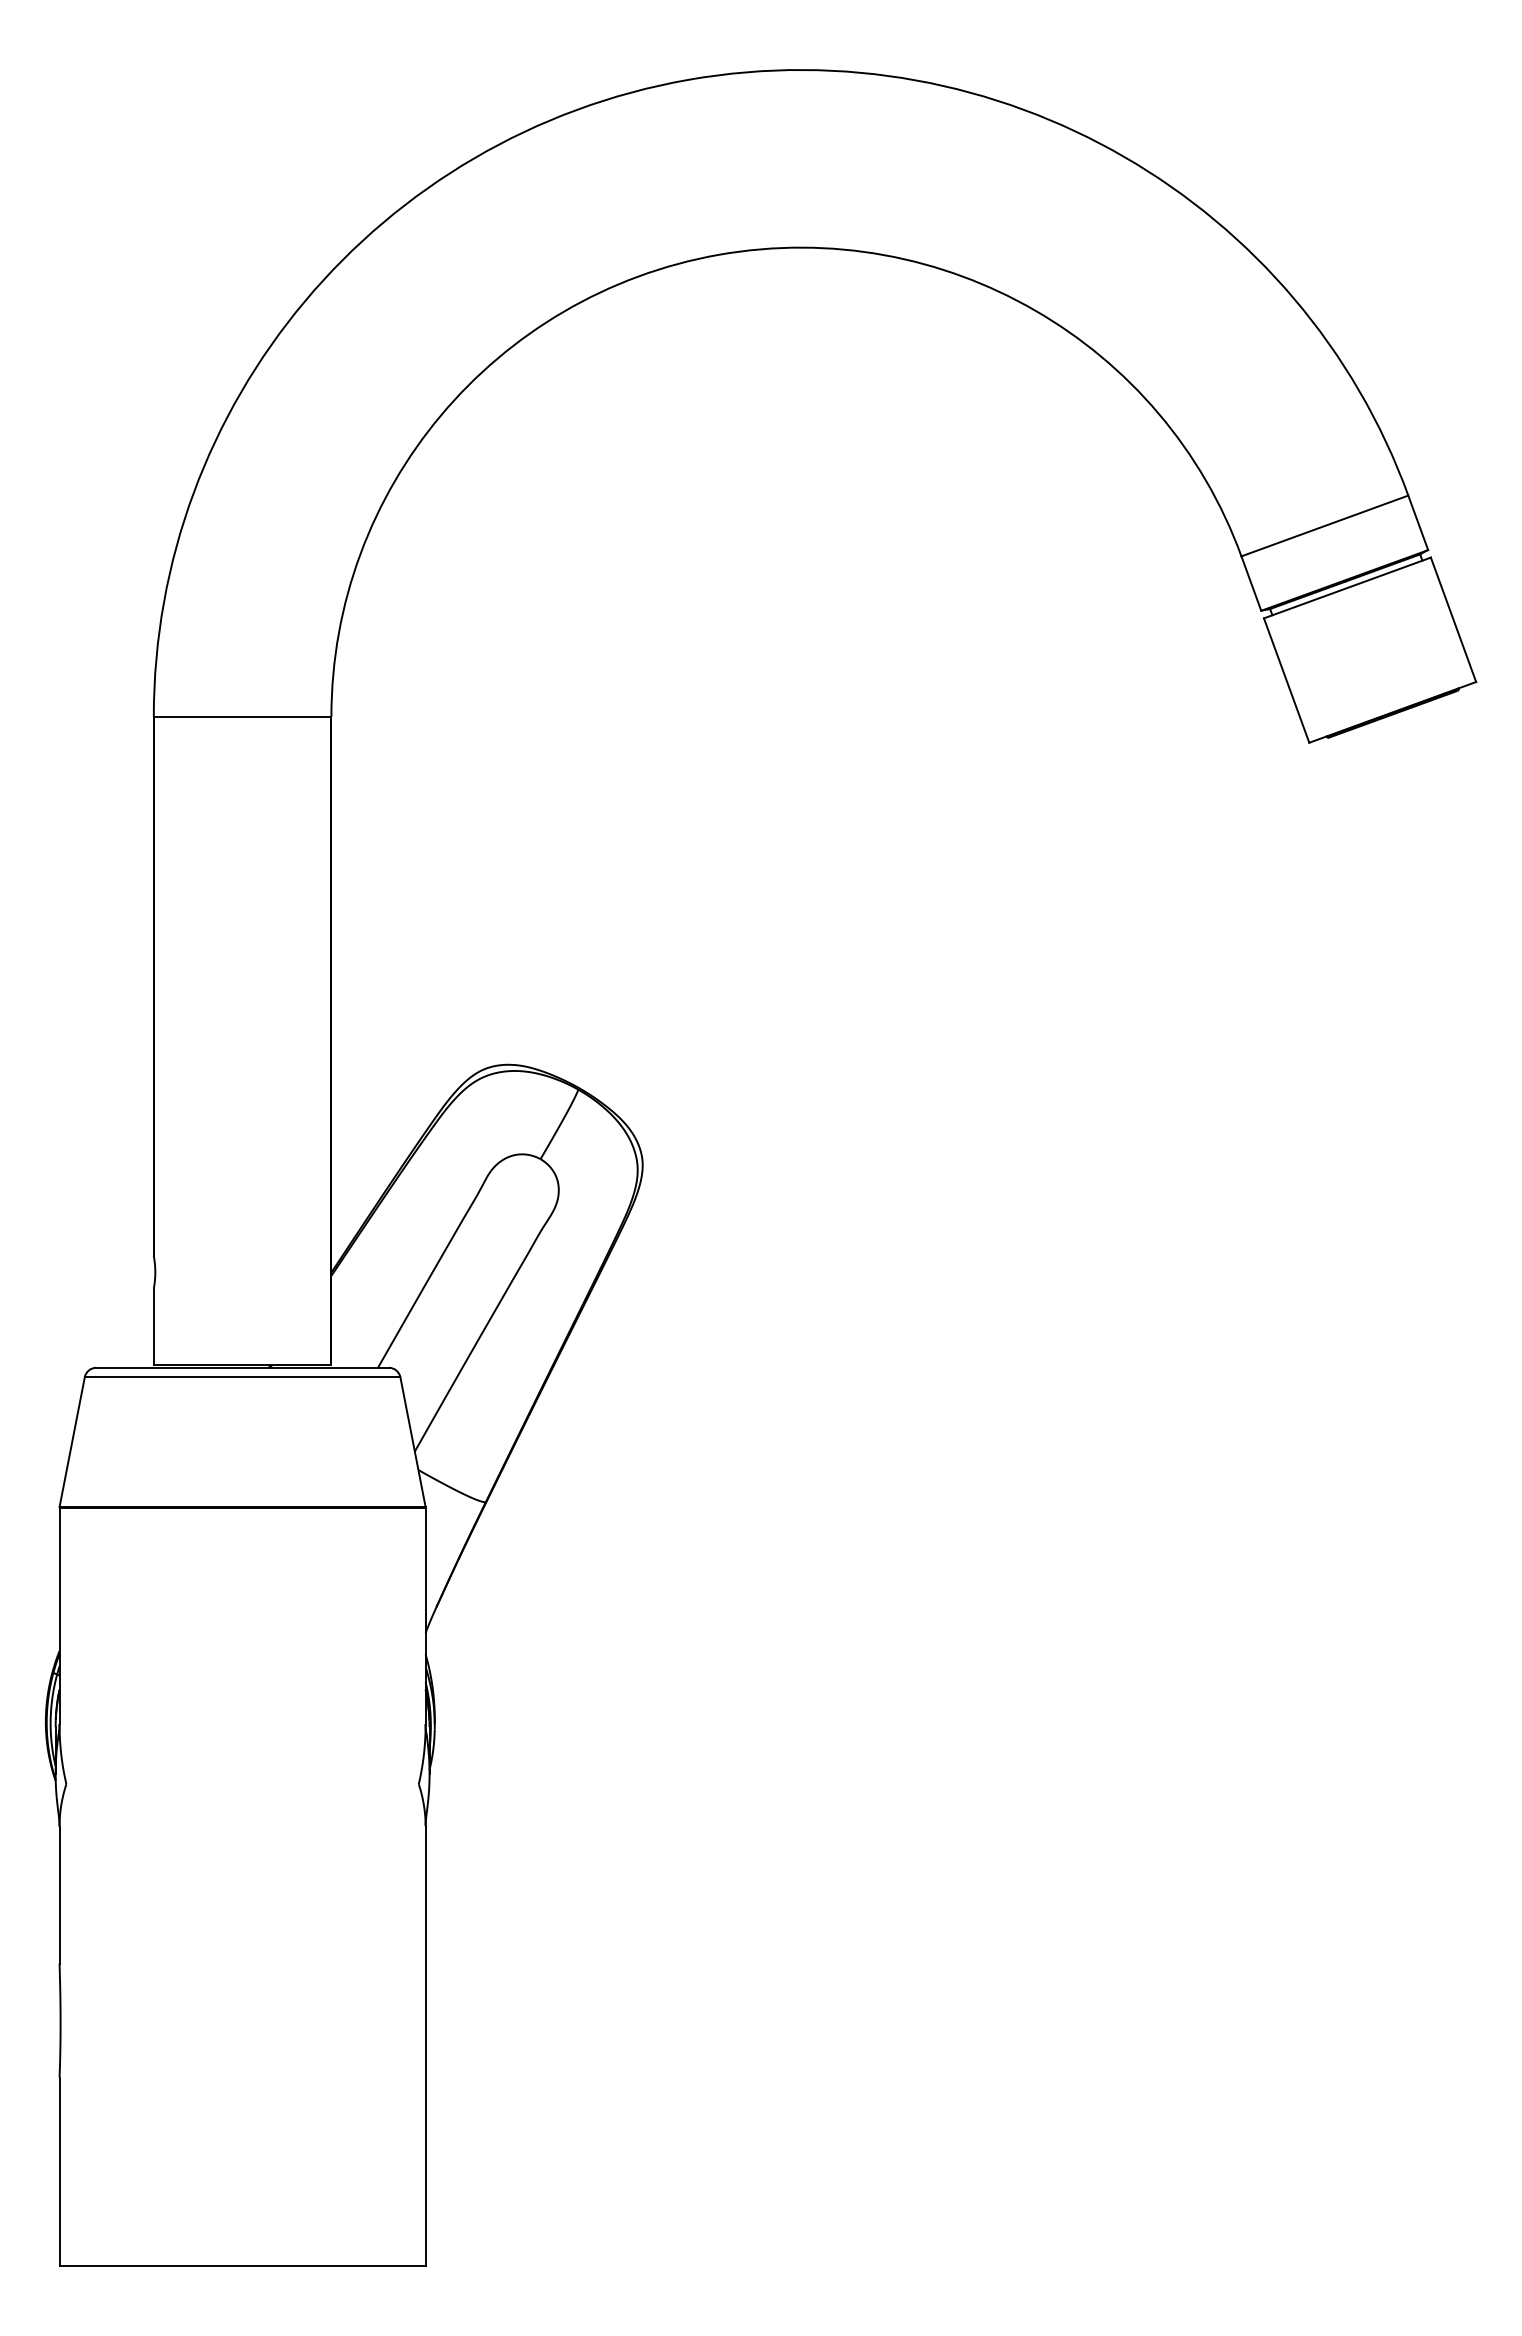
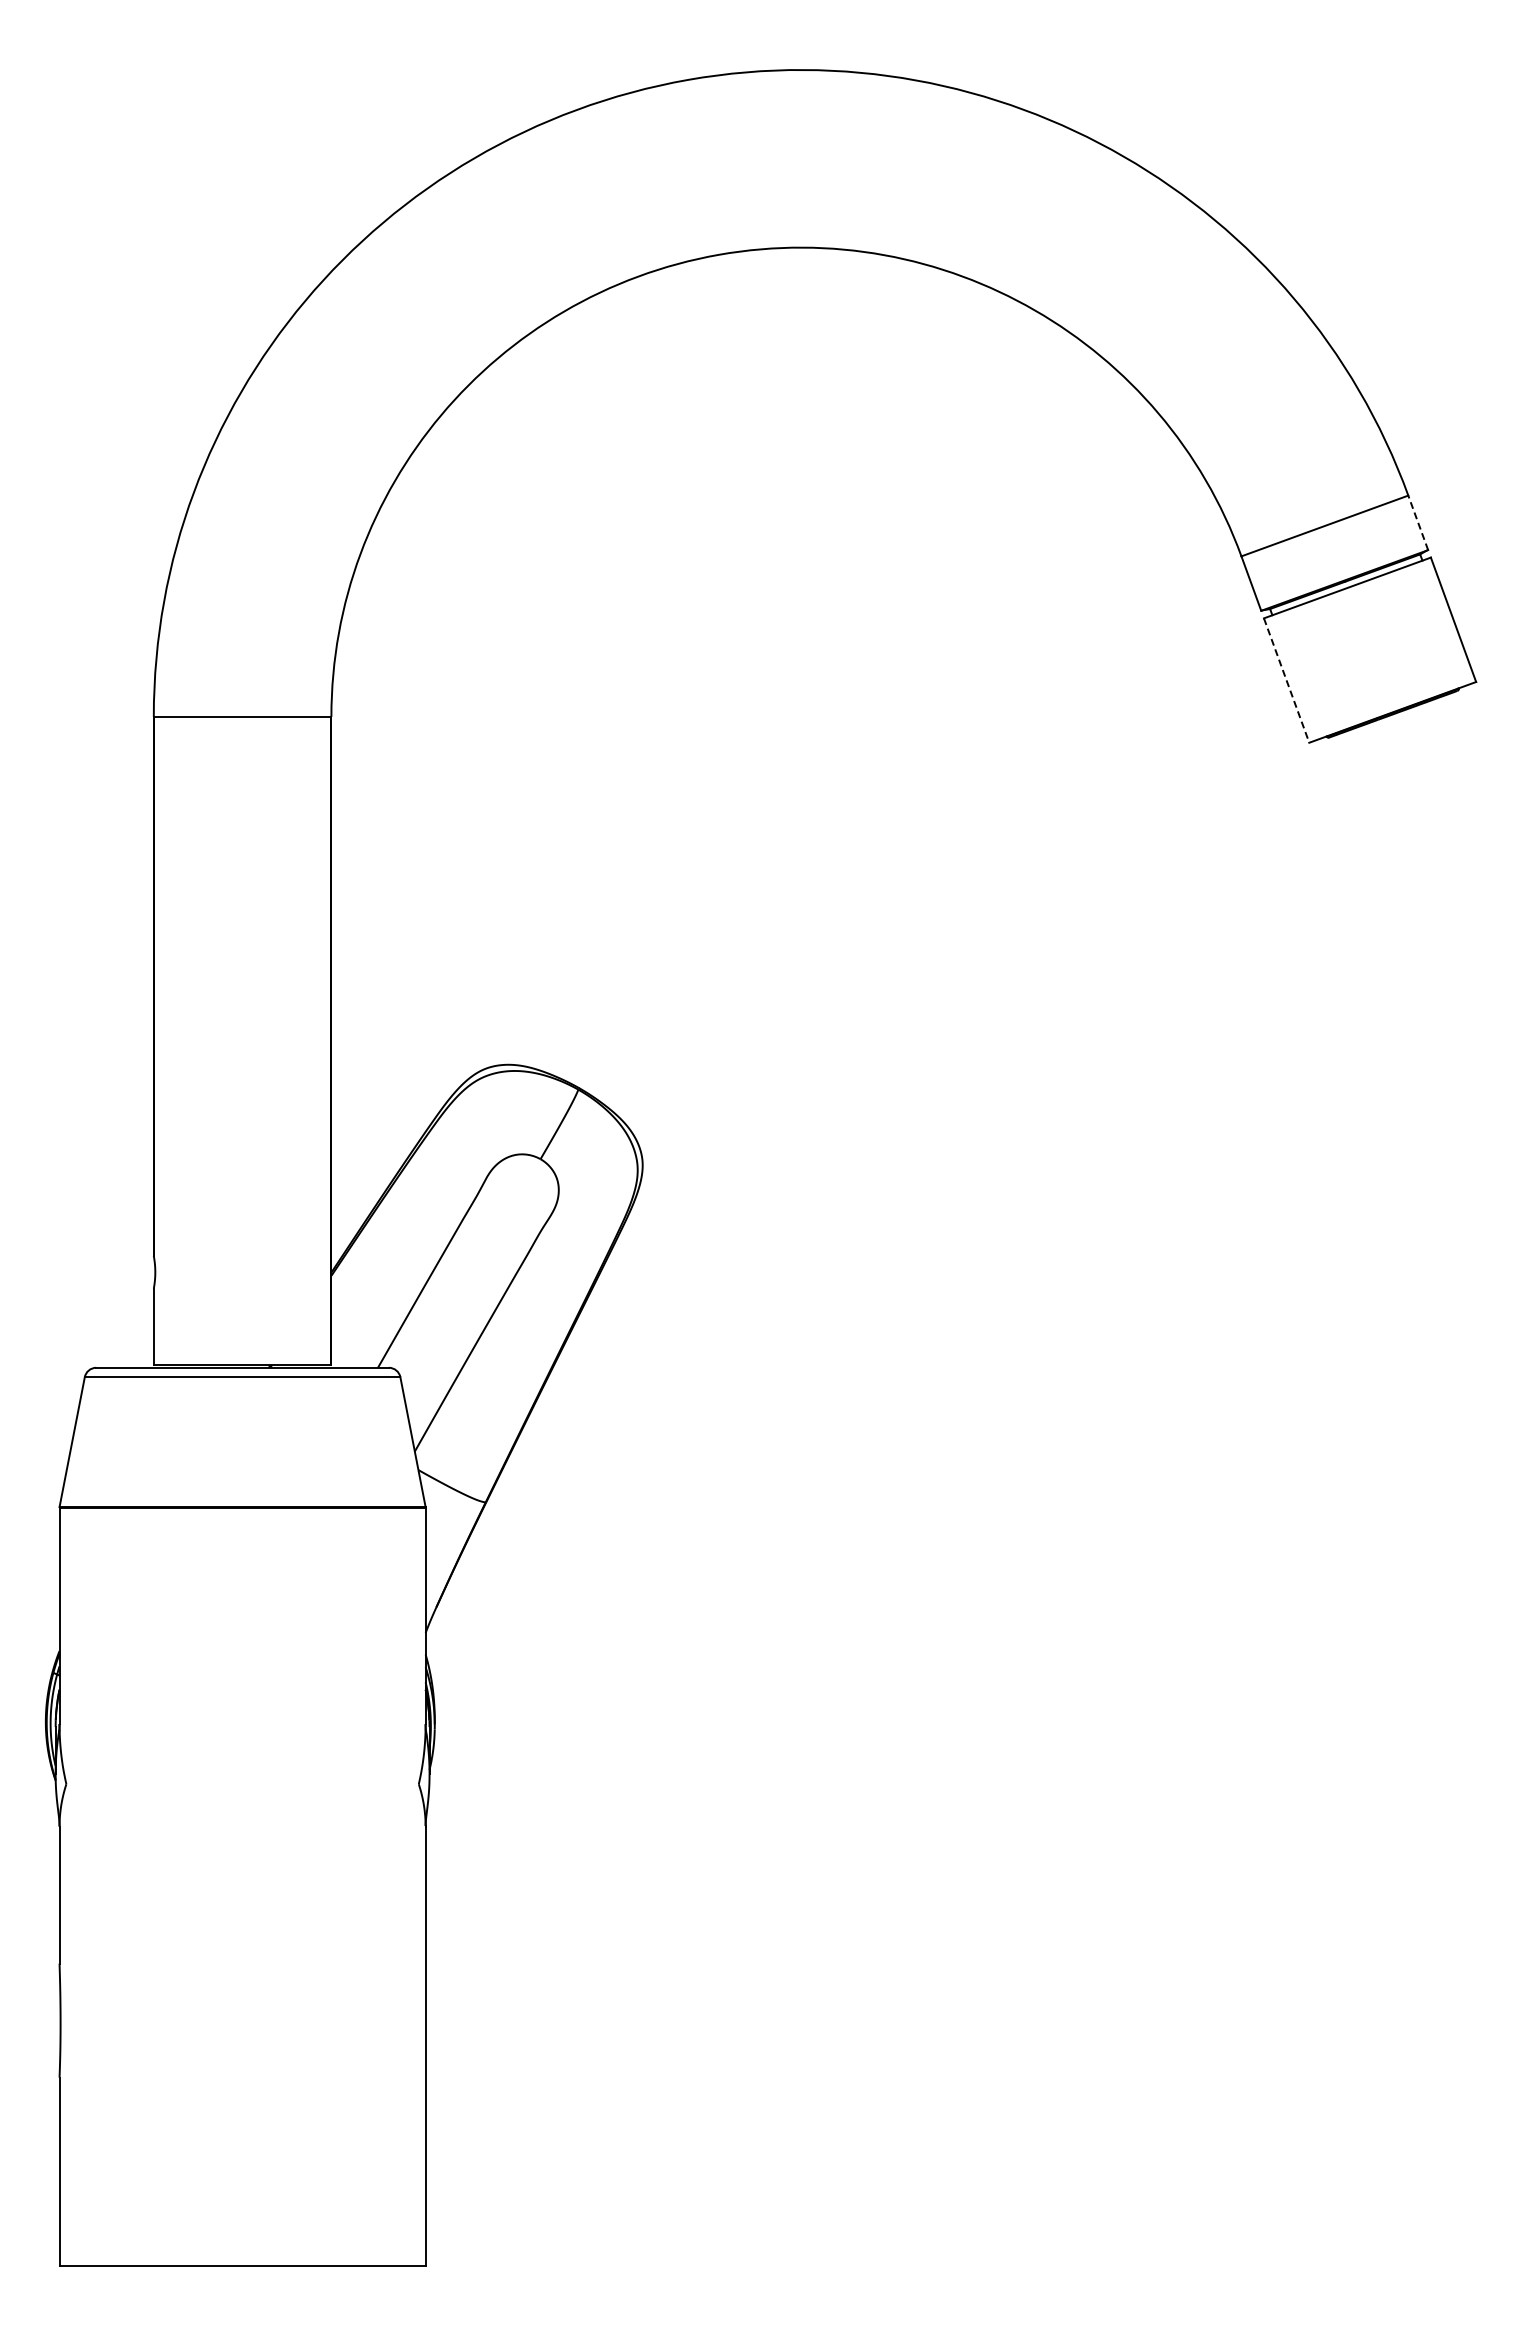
line at (1418, 522): solid -> dashed
line at (1286, 681): solid -> dashed
